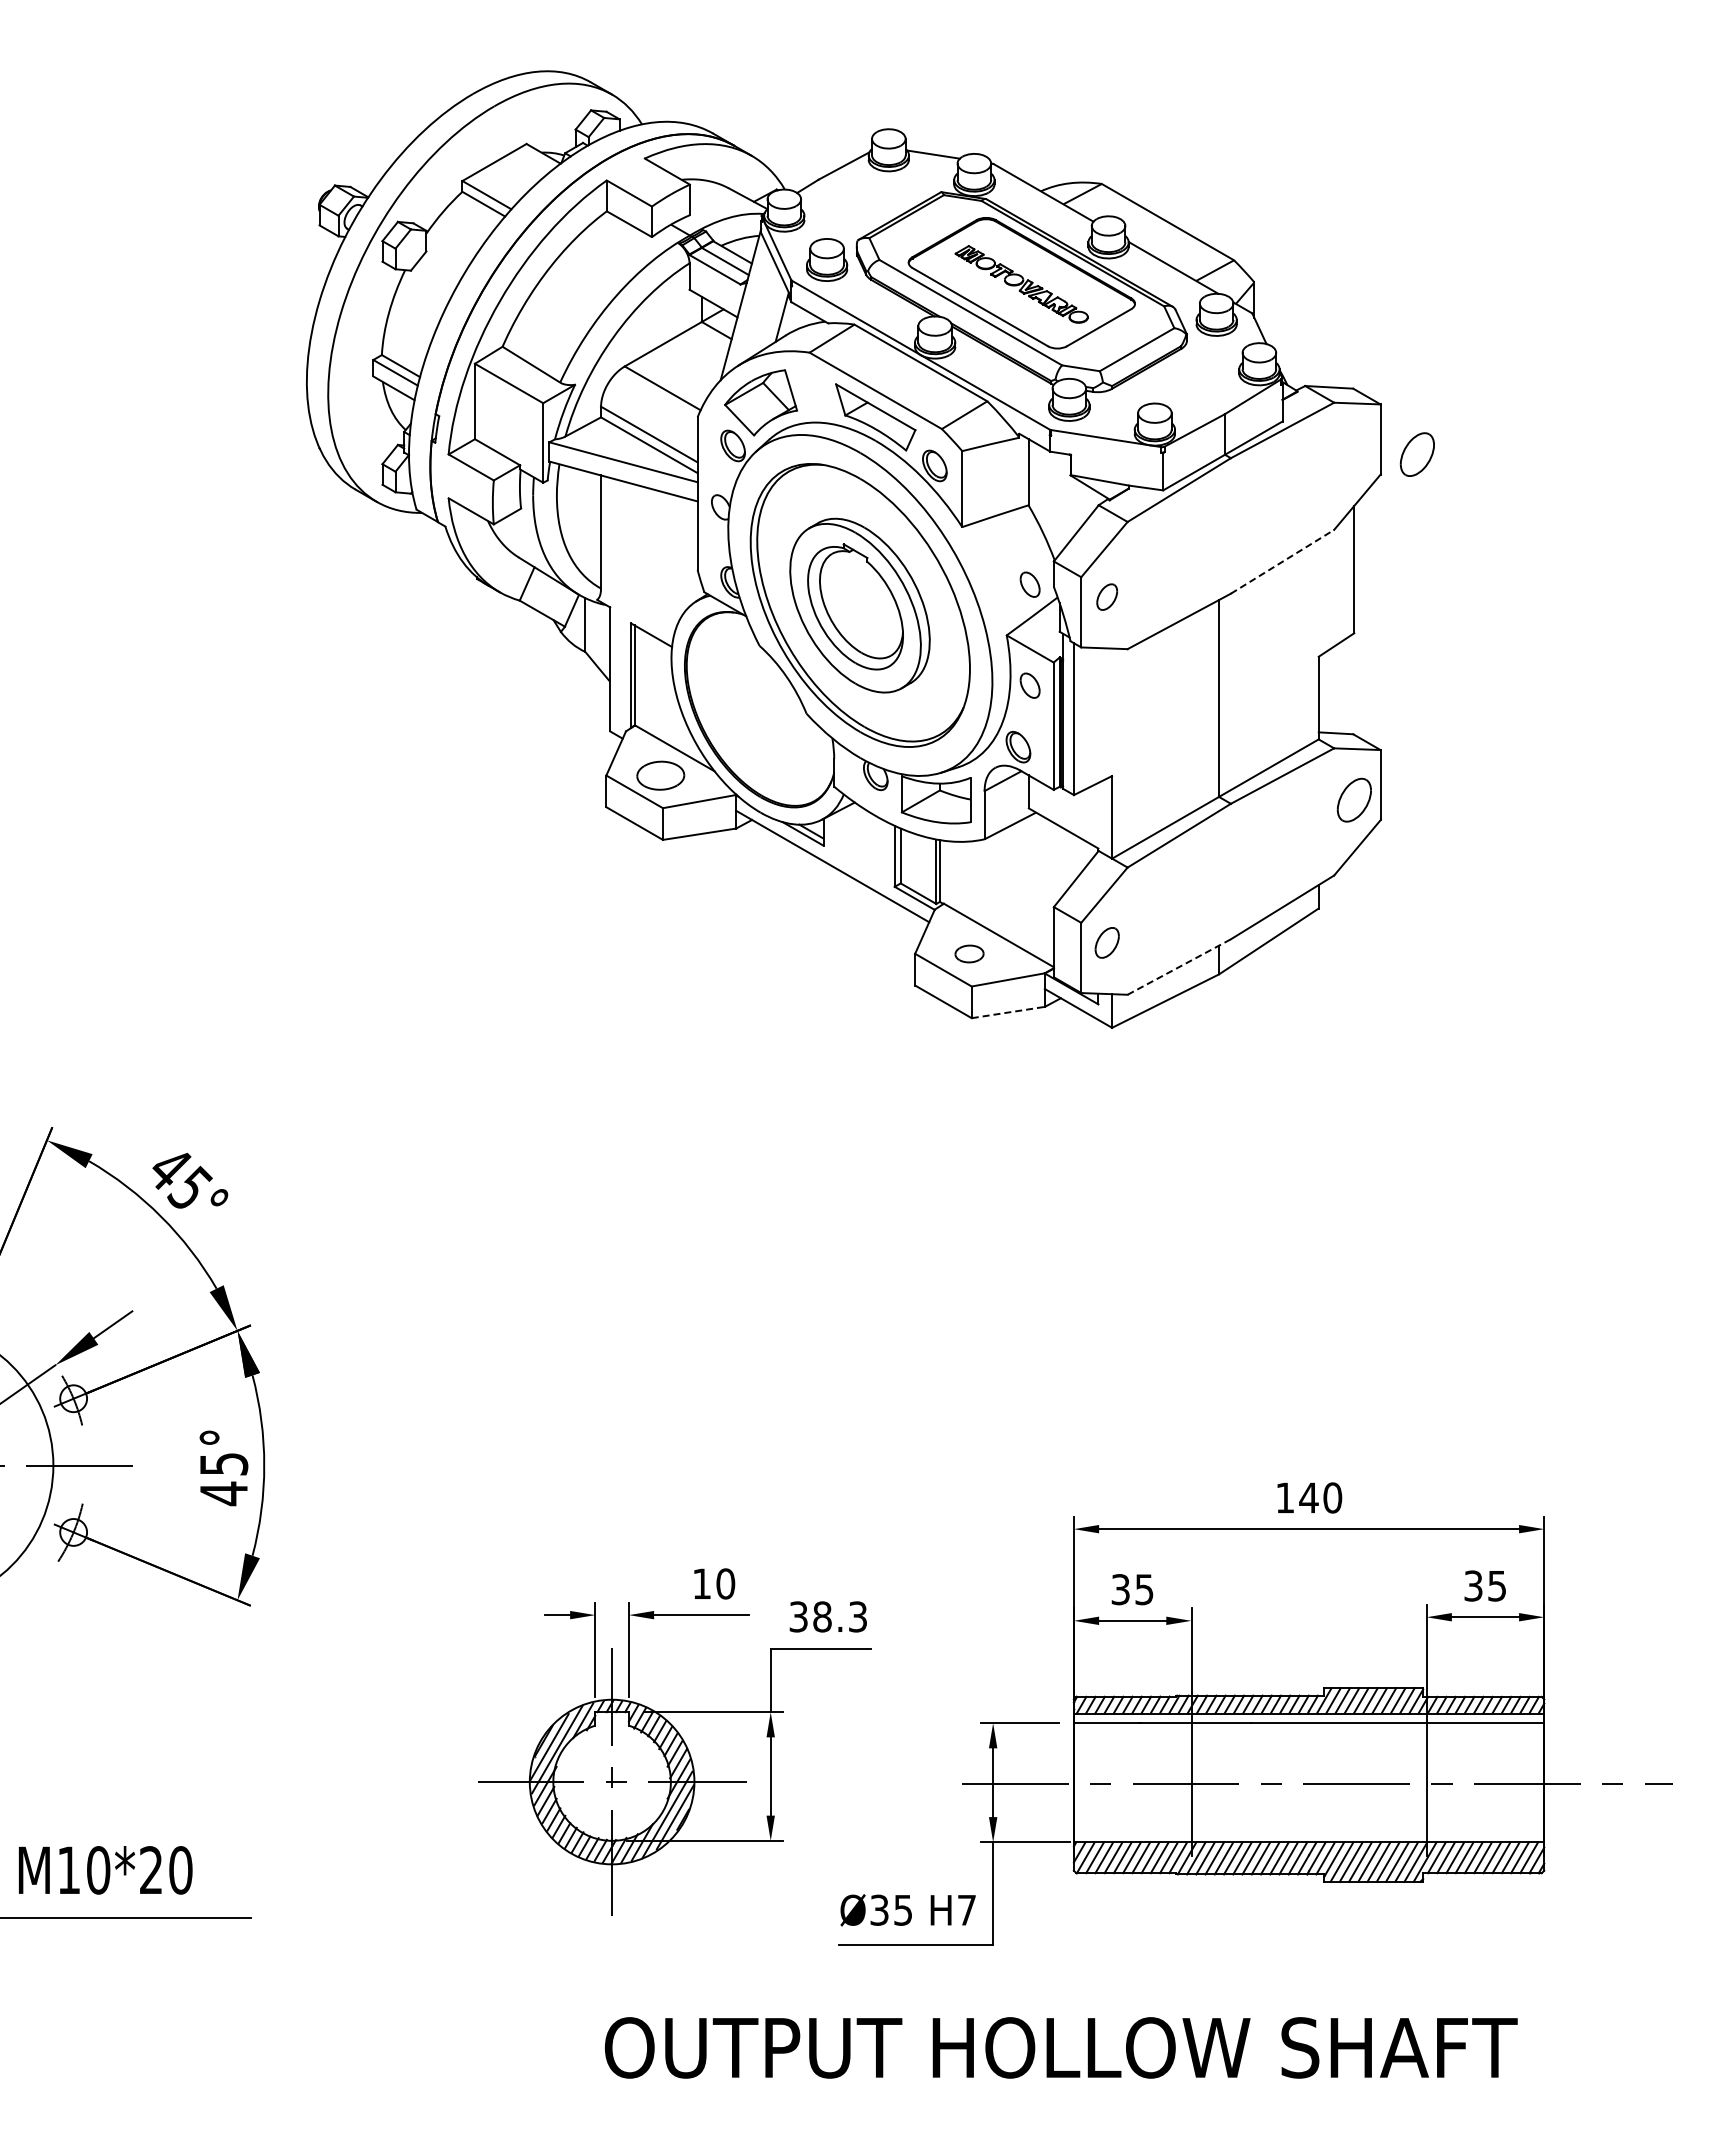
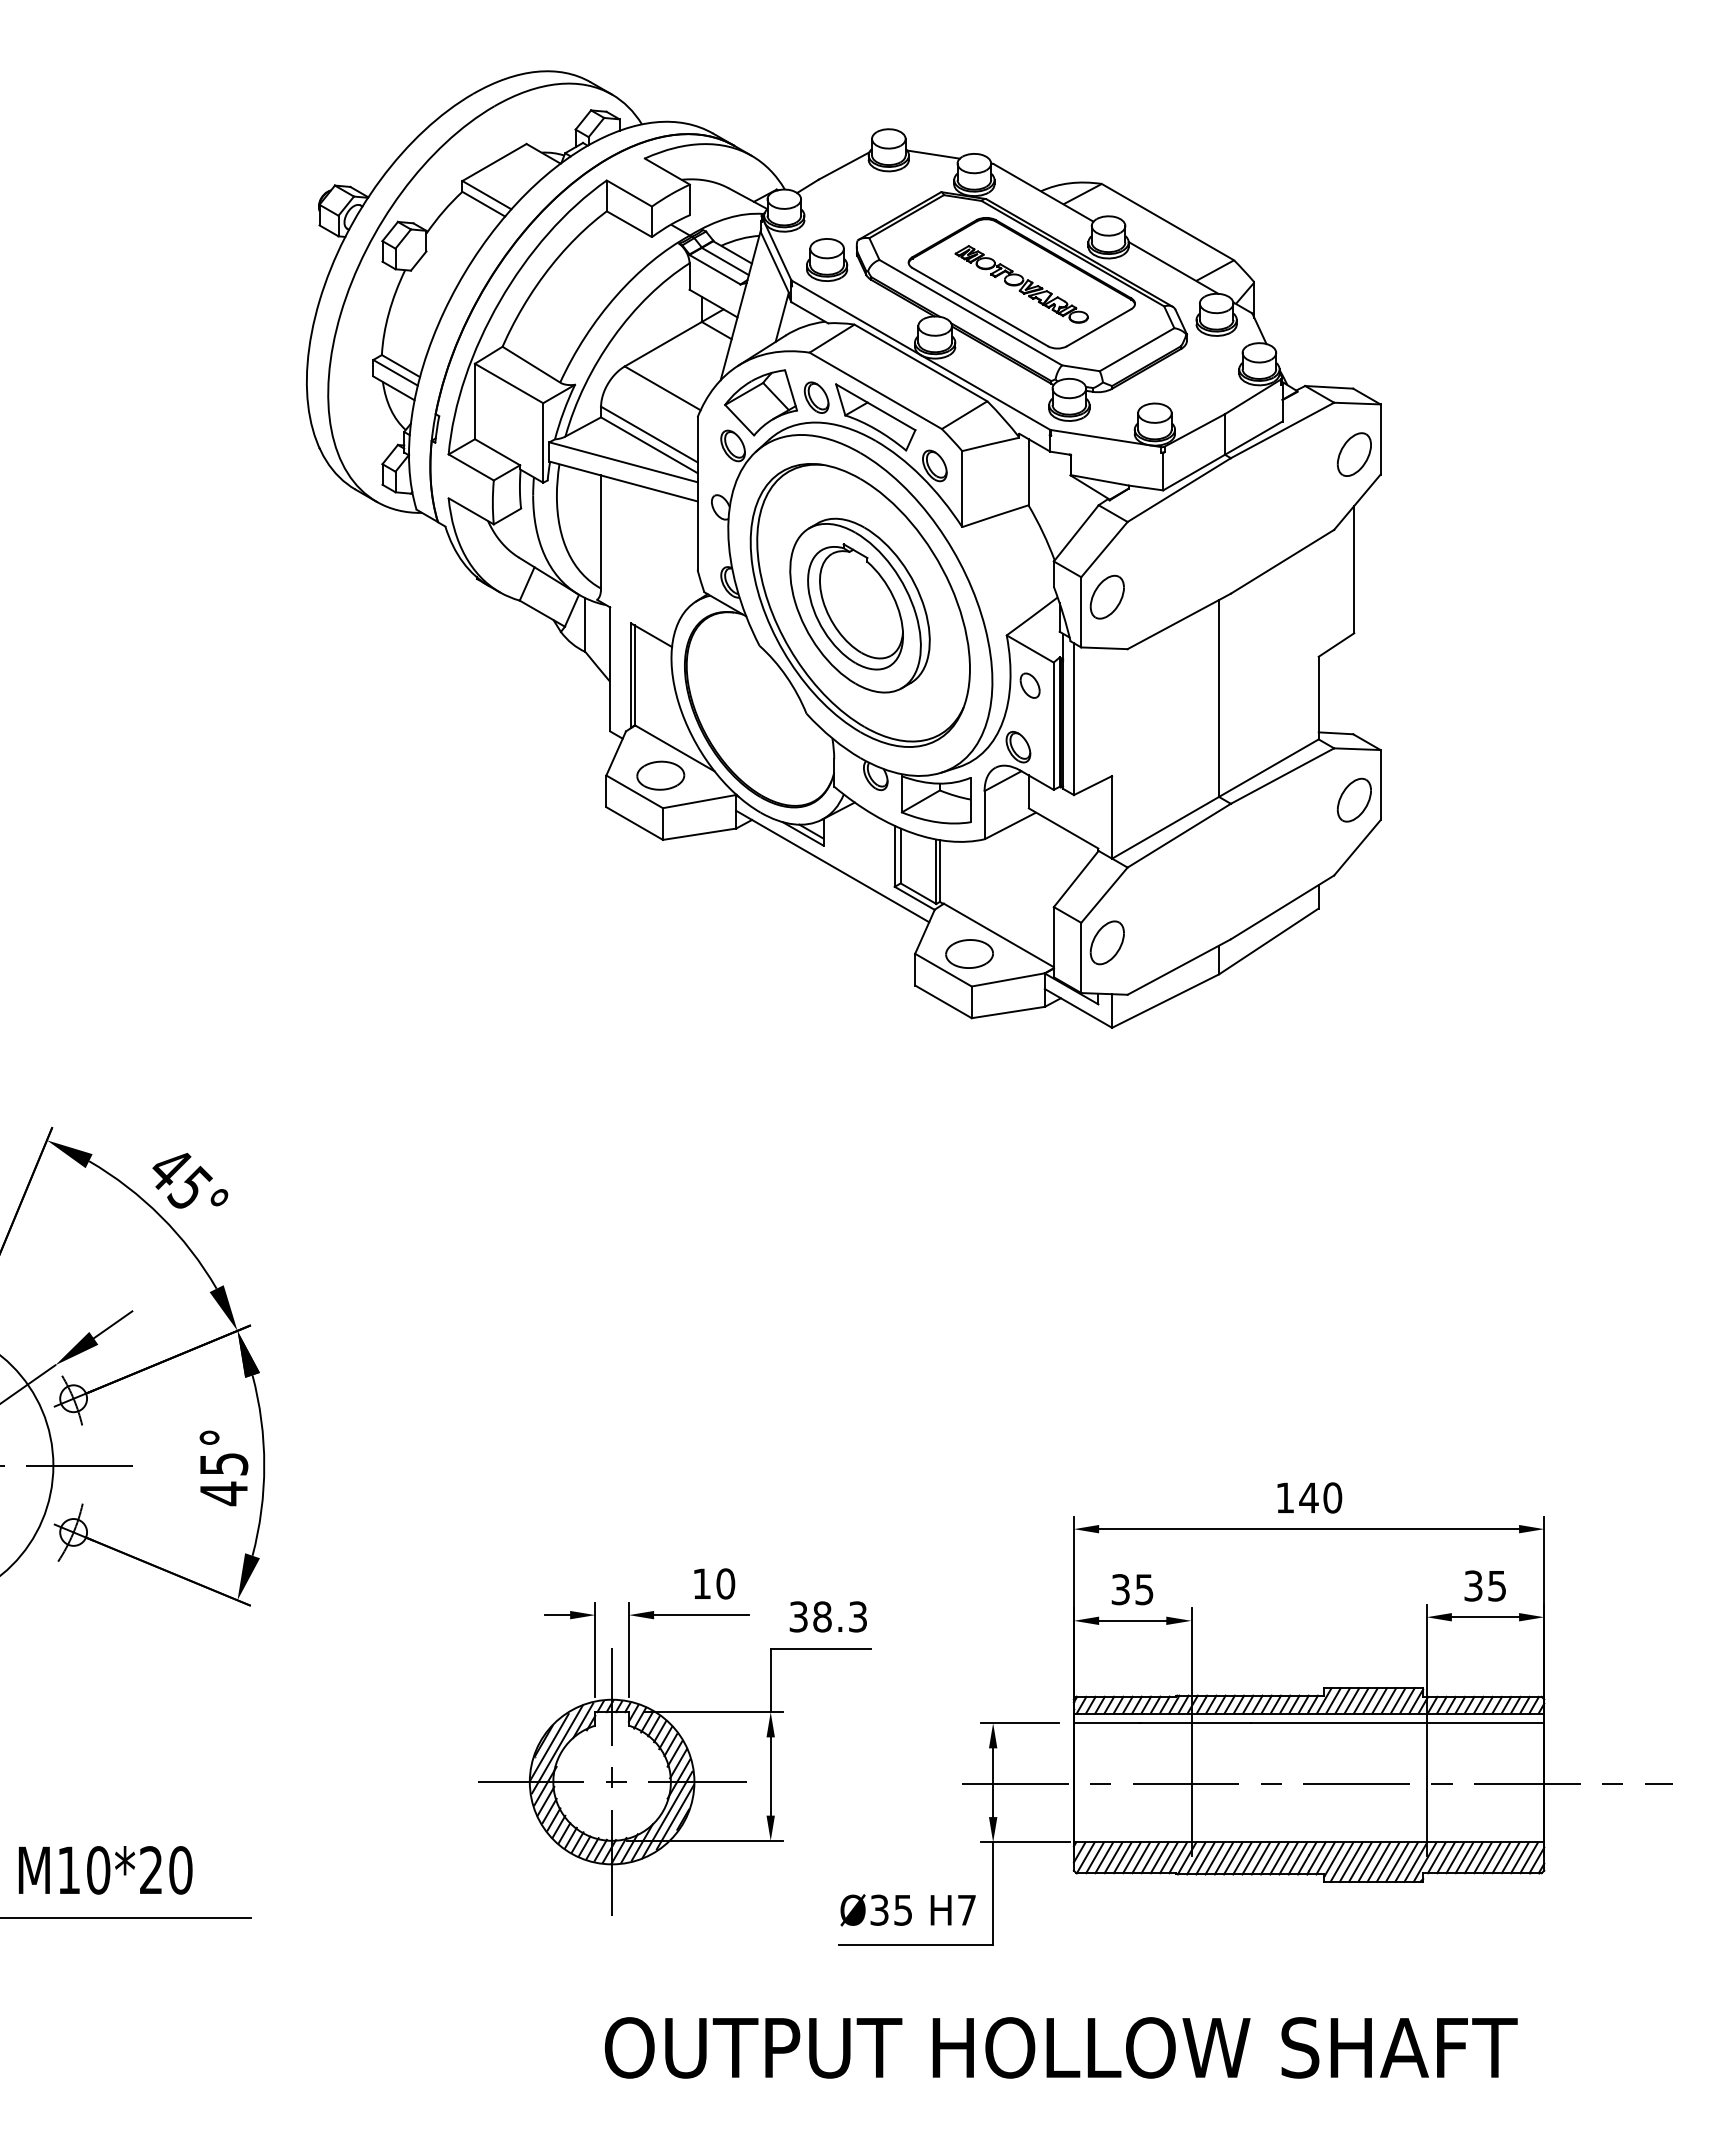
part at (816, 397): none -> present
part at (1416, 454) position: (1416, 454) -> (1353, 454)
line at (1282, 561): dashed -> solid
part at (1029, 584): present -> none
part at (1107, 596) size: 23x28 px -> 36x46 px
part at (1106, 942) size: 26x32 px -> 36x46 px
part at (969, 953) size: 31x20 px -> 49x30 px
line at (1179, 967): dashed -> solid
line at (1008, 1012): dashed -> solid
